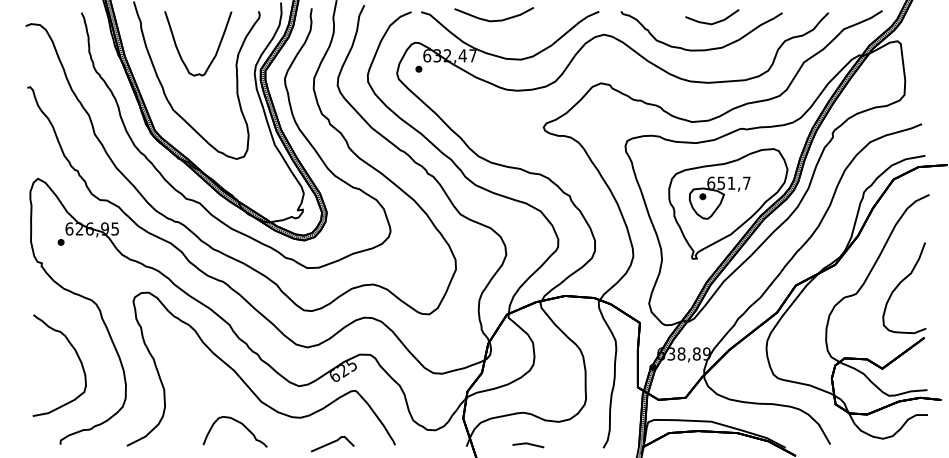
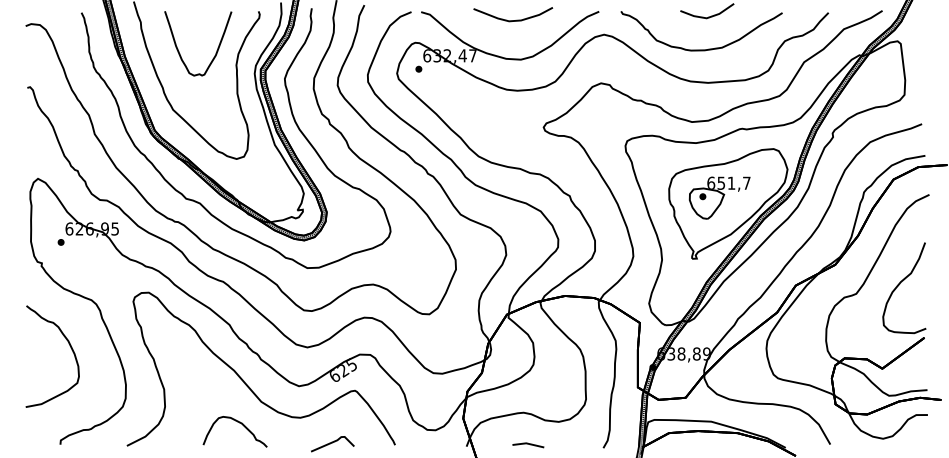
curve at (497, 19) position: (497, 19) -> (516, 19)
line at (713, 22) position: (713, 22) -> (708, 16)
curve at (77, 357) position: (77, 357) -> (70, 348)
